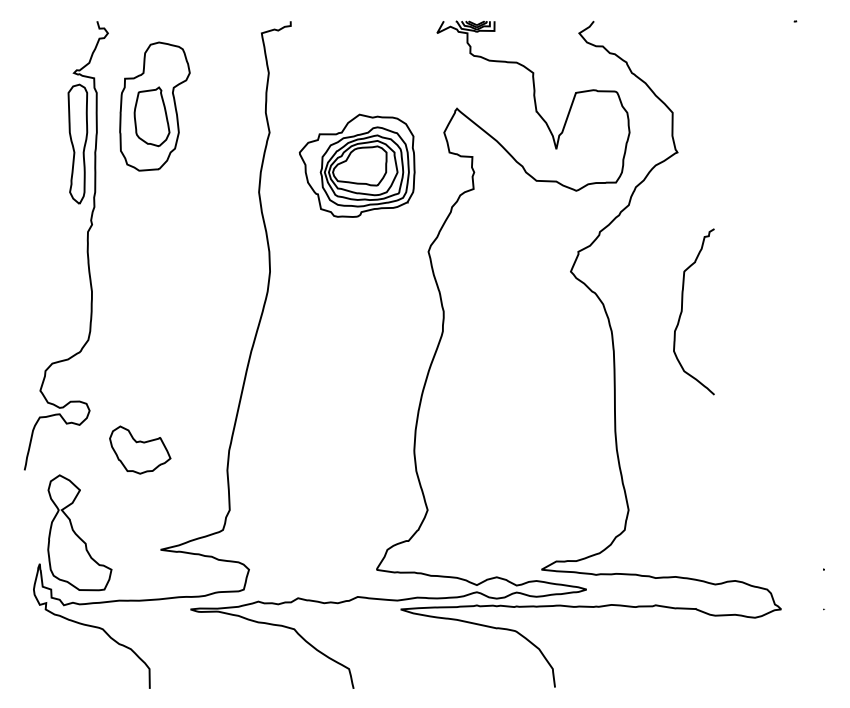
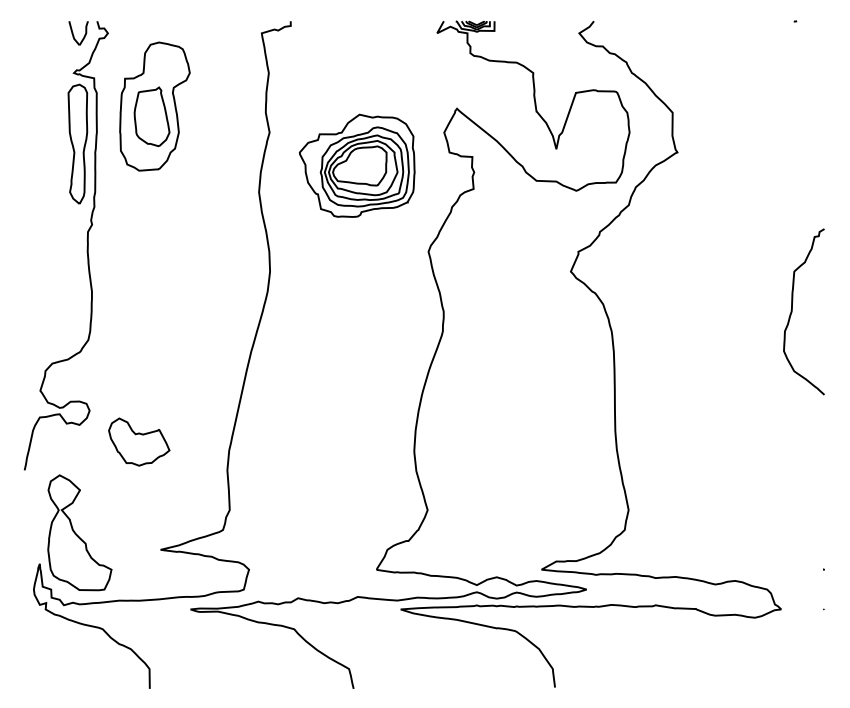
part at (78, 33): none -> present
curve at (682, 311) position: (682, 311) -> (792, 311)
part at (140, 449) position: (140, 449) -> (139, 441)
